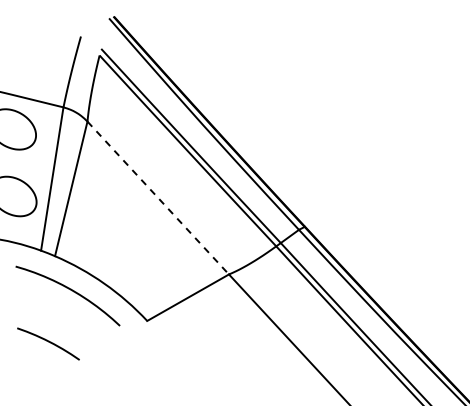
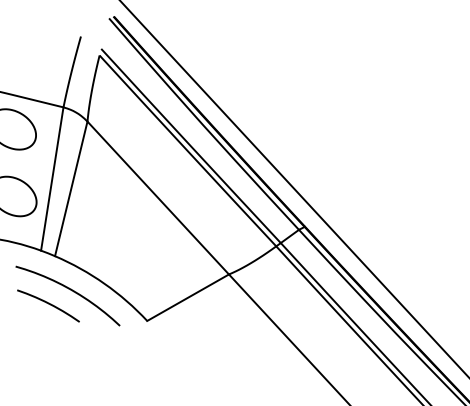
line at (293, 188): none -> present
line at (158, 198): dashed -> solid
curve at (48, 342) position: (48, 342) -> (48, 304)
